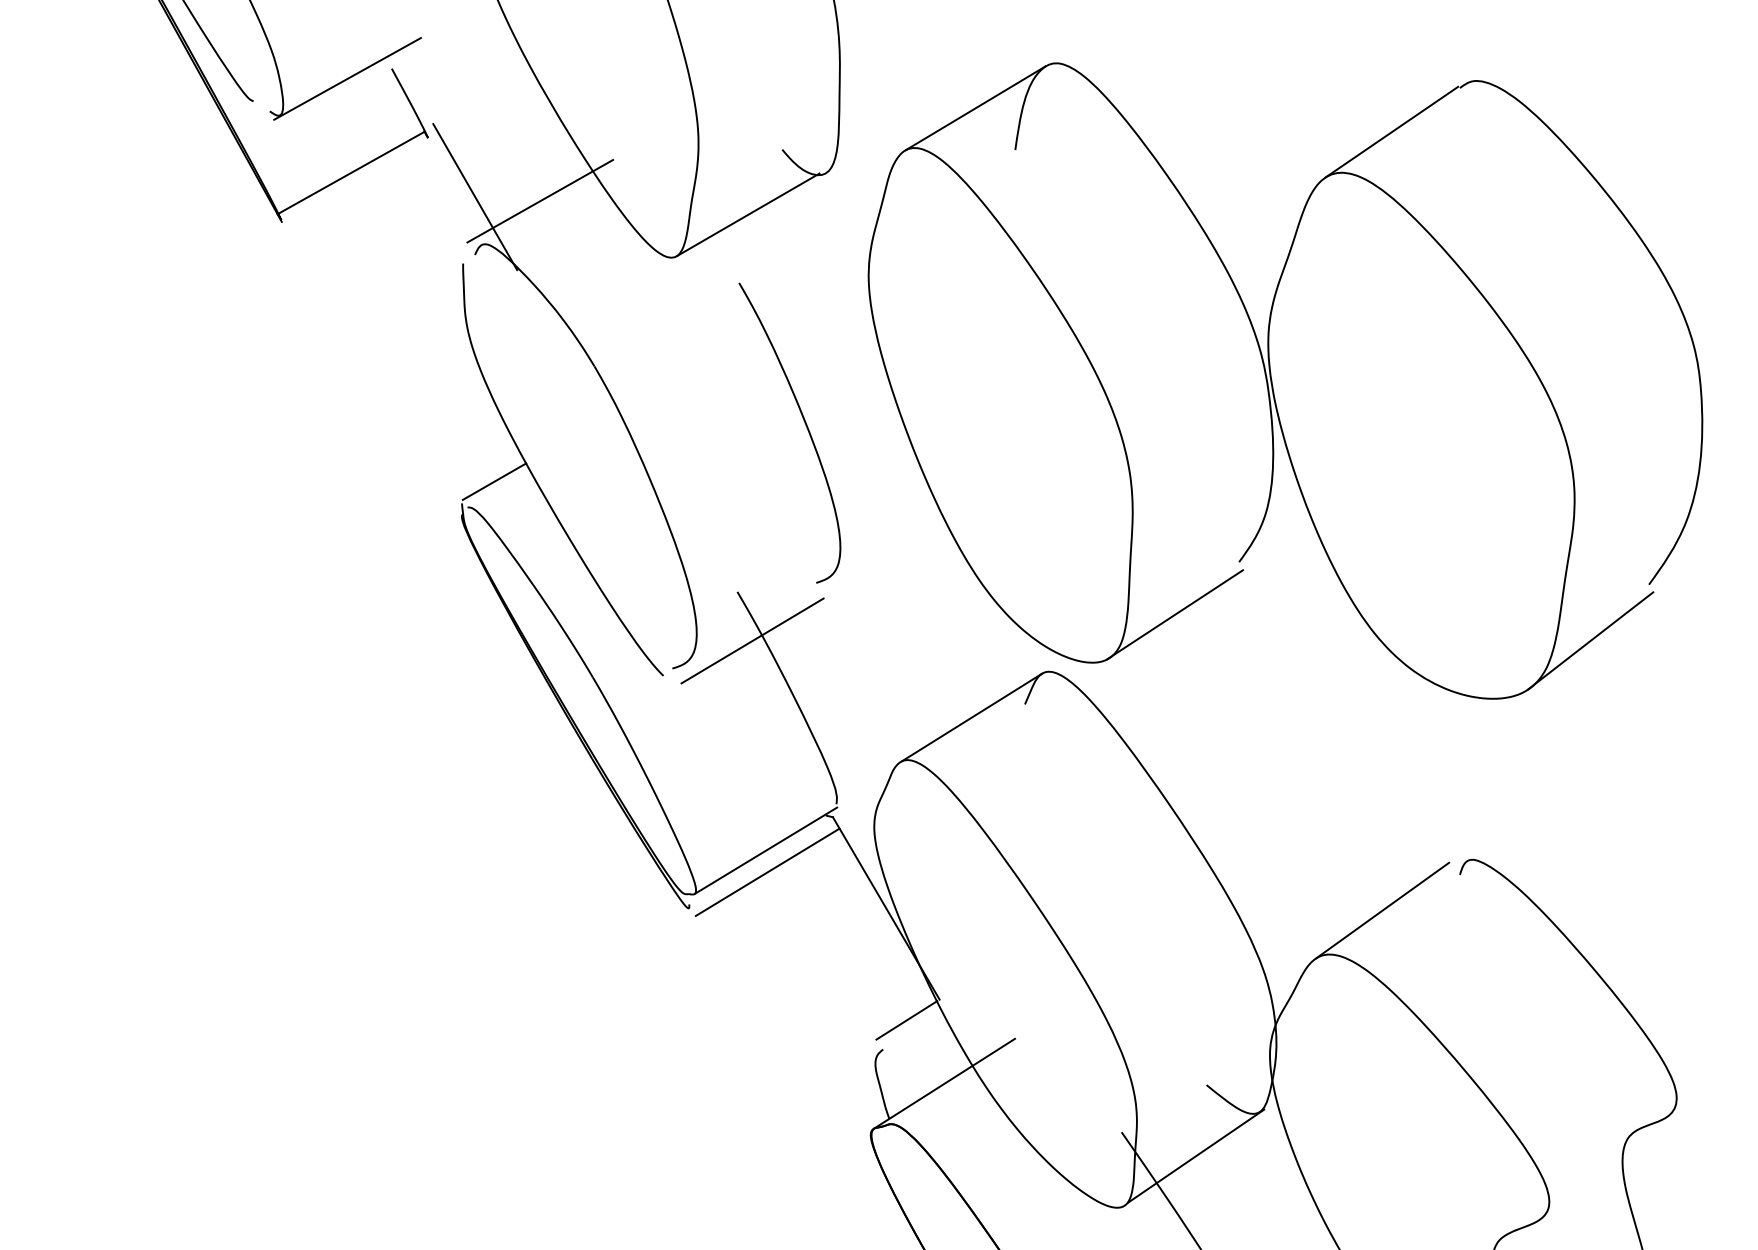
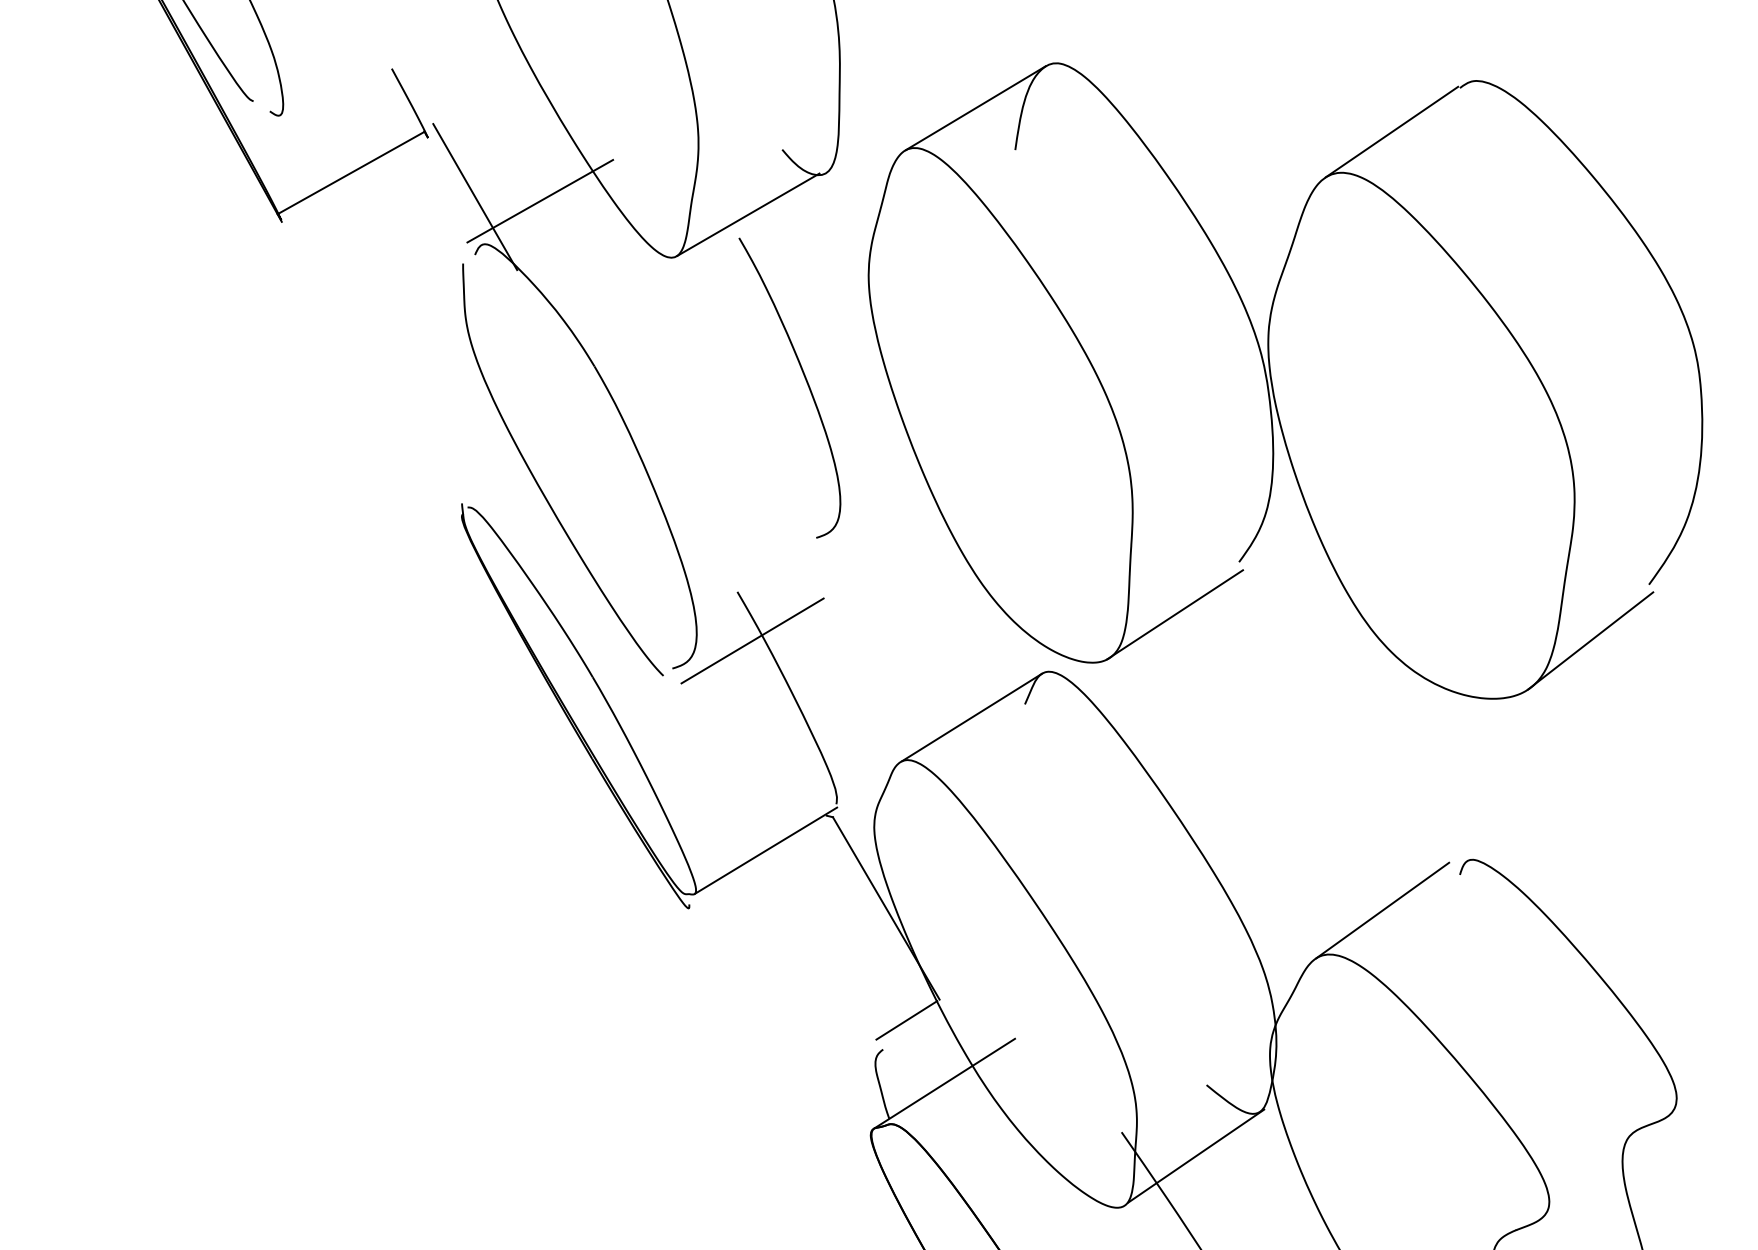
line at (347, 78): present -> none
curve at (805, 425) position: (805, 425) -> (805, 380)
line at (494, 481): present -> none
line at (767, 871): present -> none
